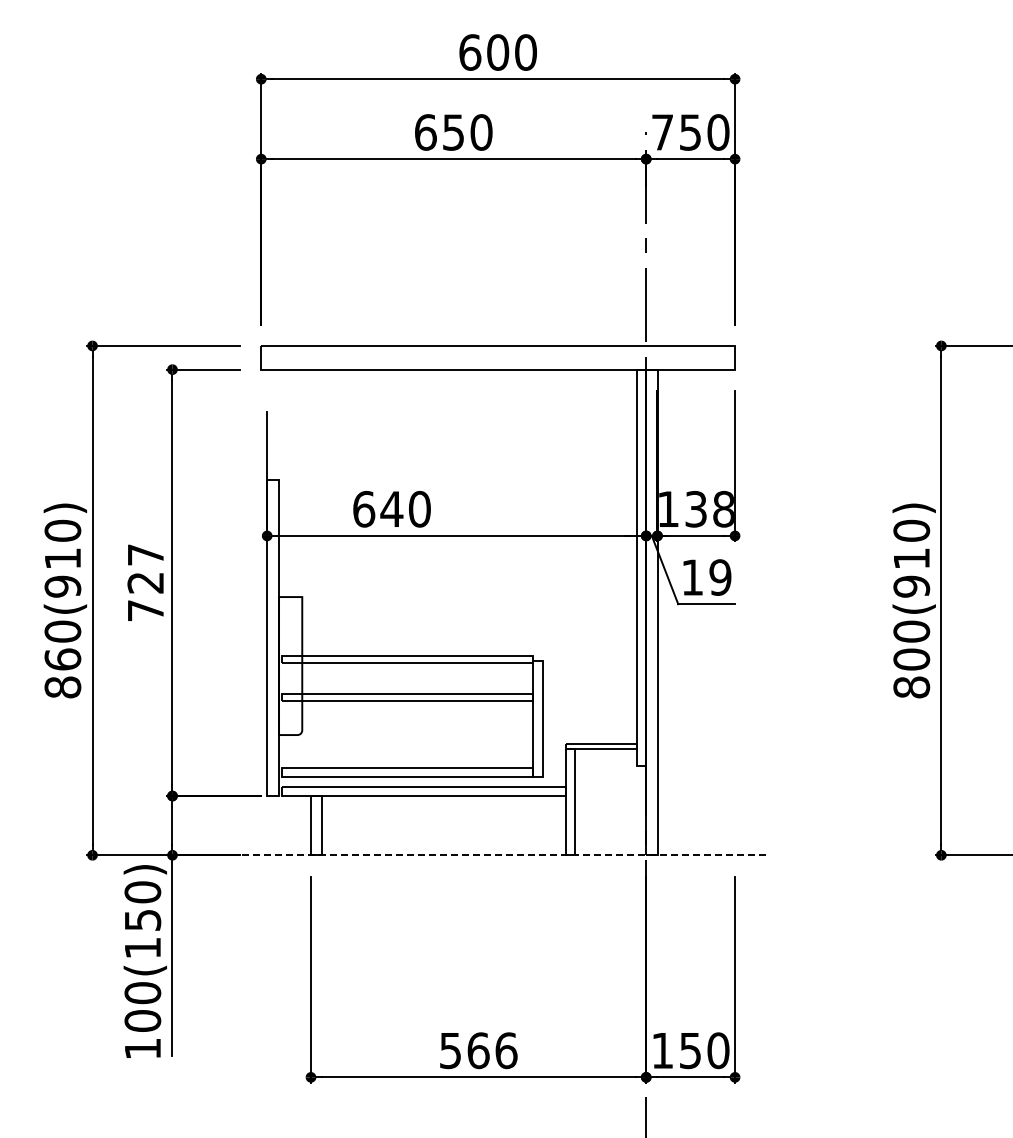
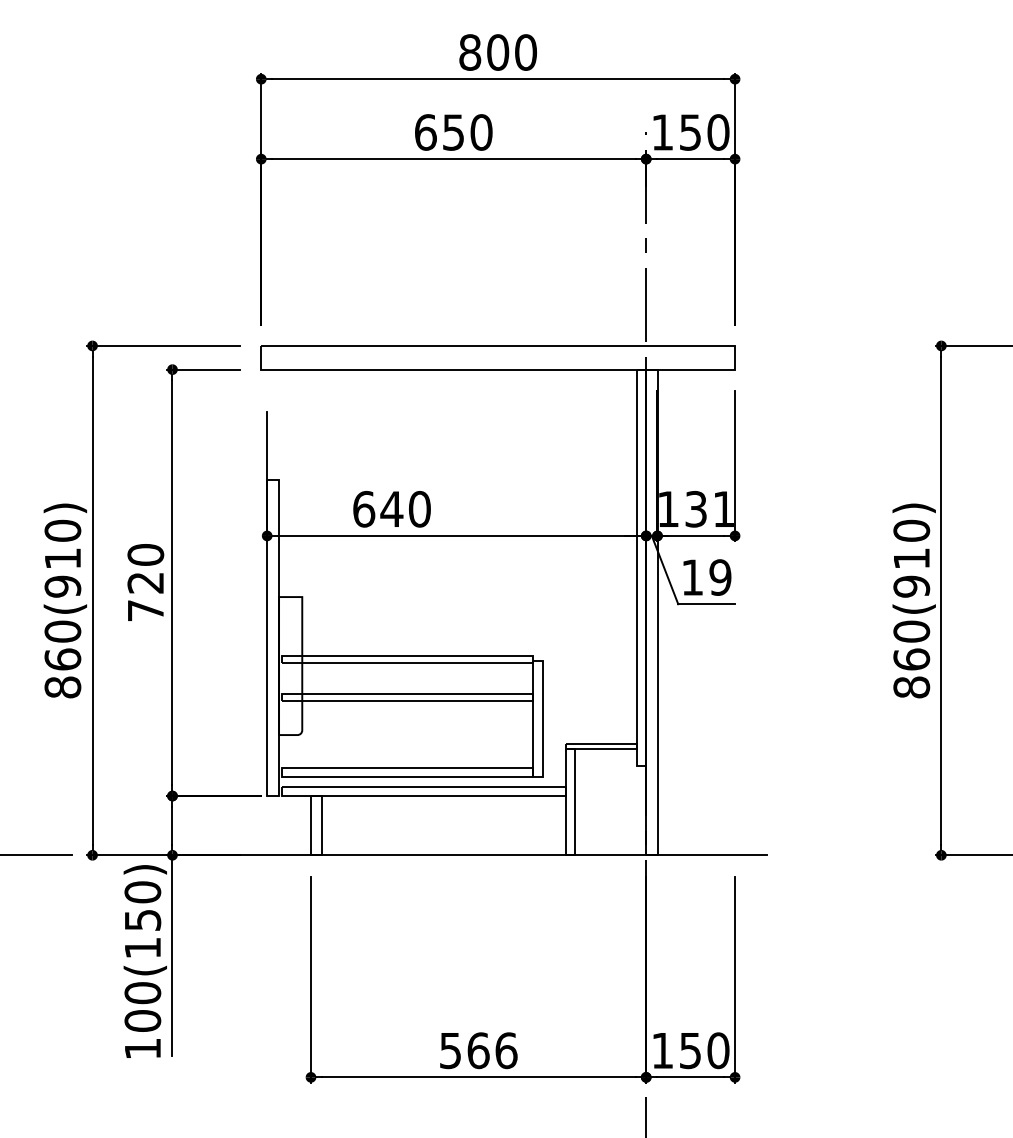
text at (470, 52): 600 -> 800
text at (662, 132): 750 -> 150
text at (723, 509): 138 -> 131
text at (145, 554): 727 -> 720
text at (911, 659): 800(910) -> 860(910)
line at (37, 855): none -> present
line at (471, 855): dashed -> solid
